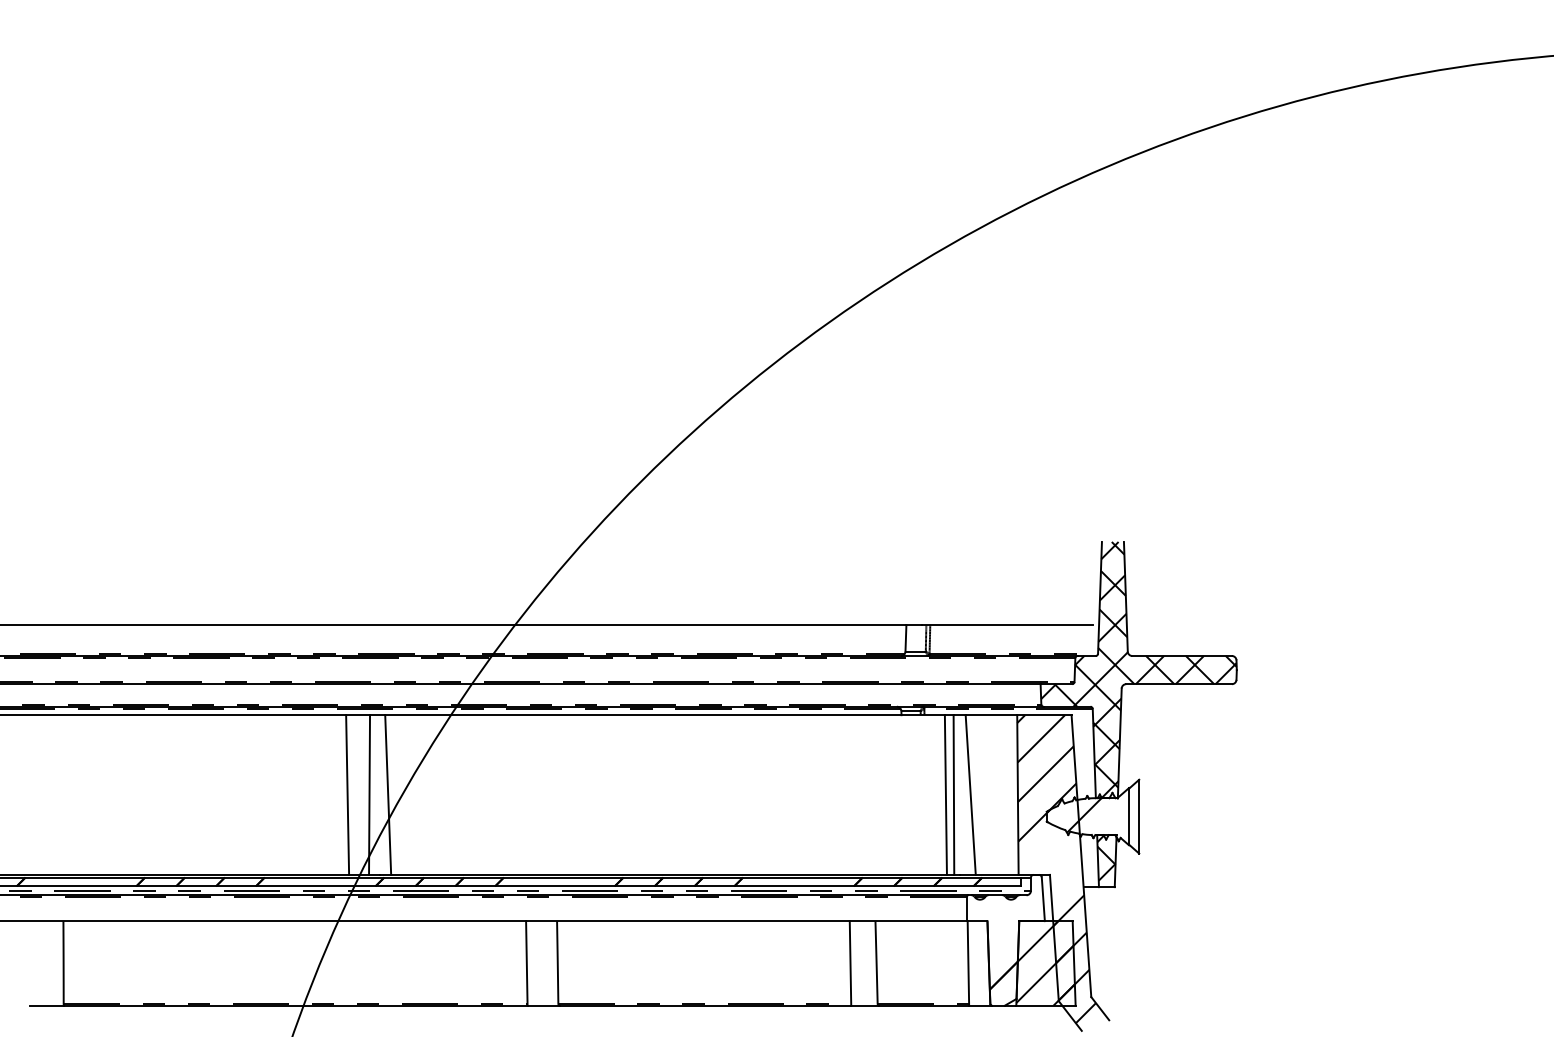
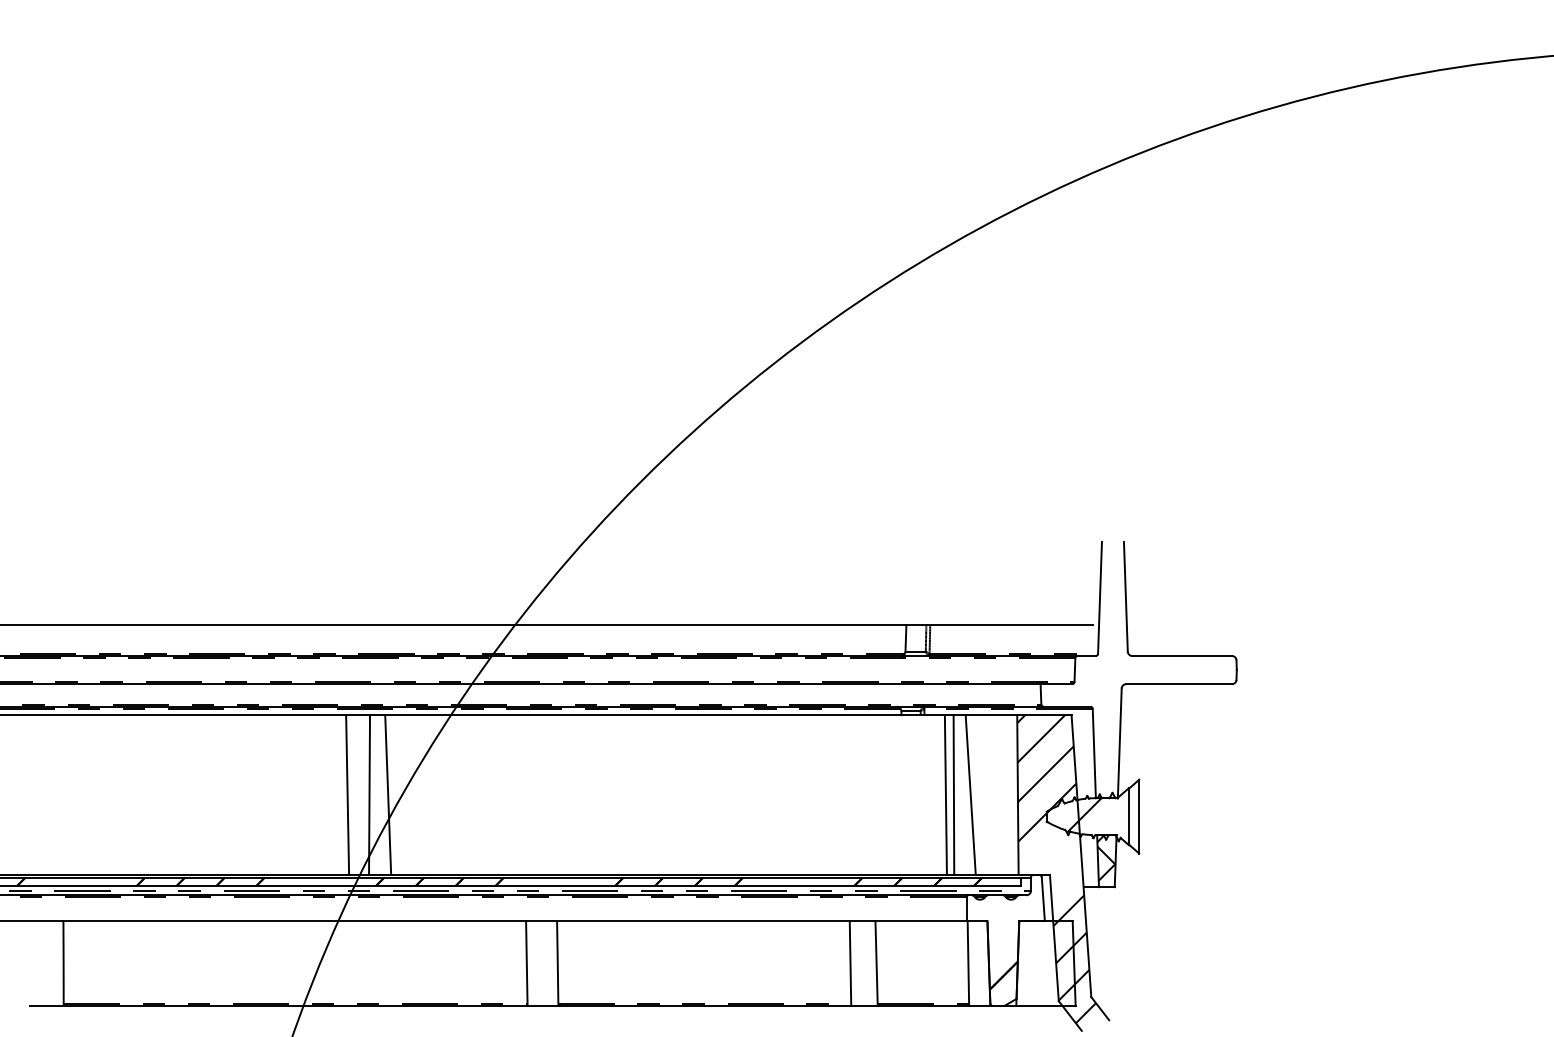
hatch at (1138, 670): present -> none
hatch at (1045, 963): present -> none
